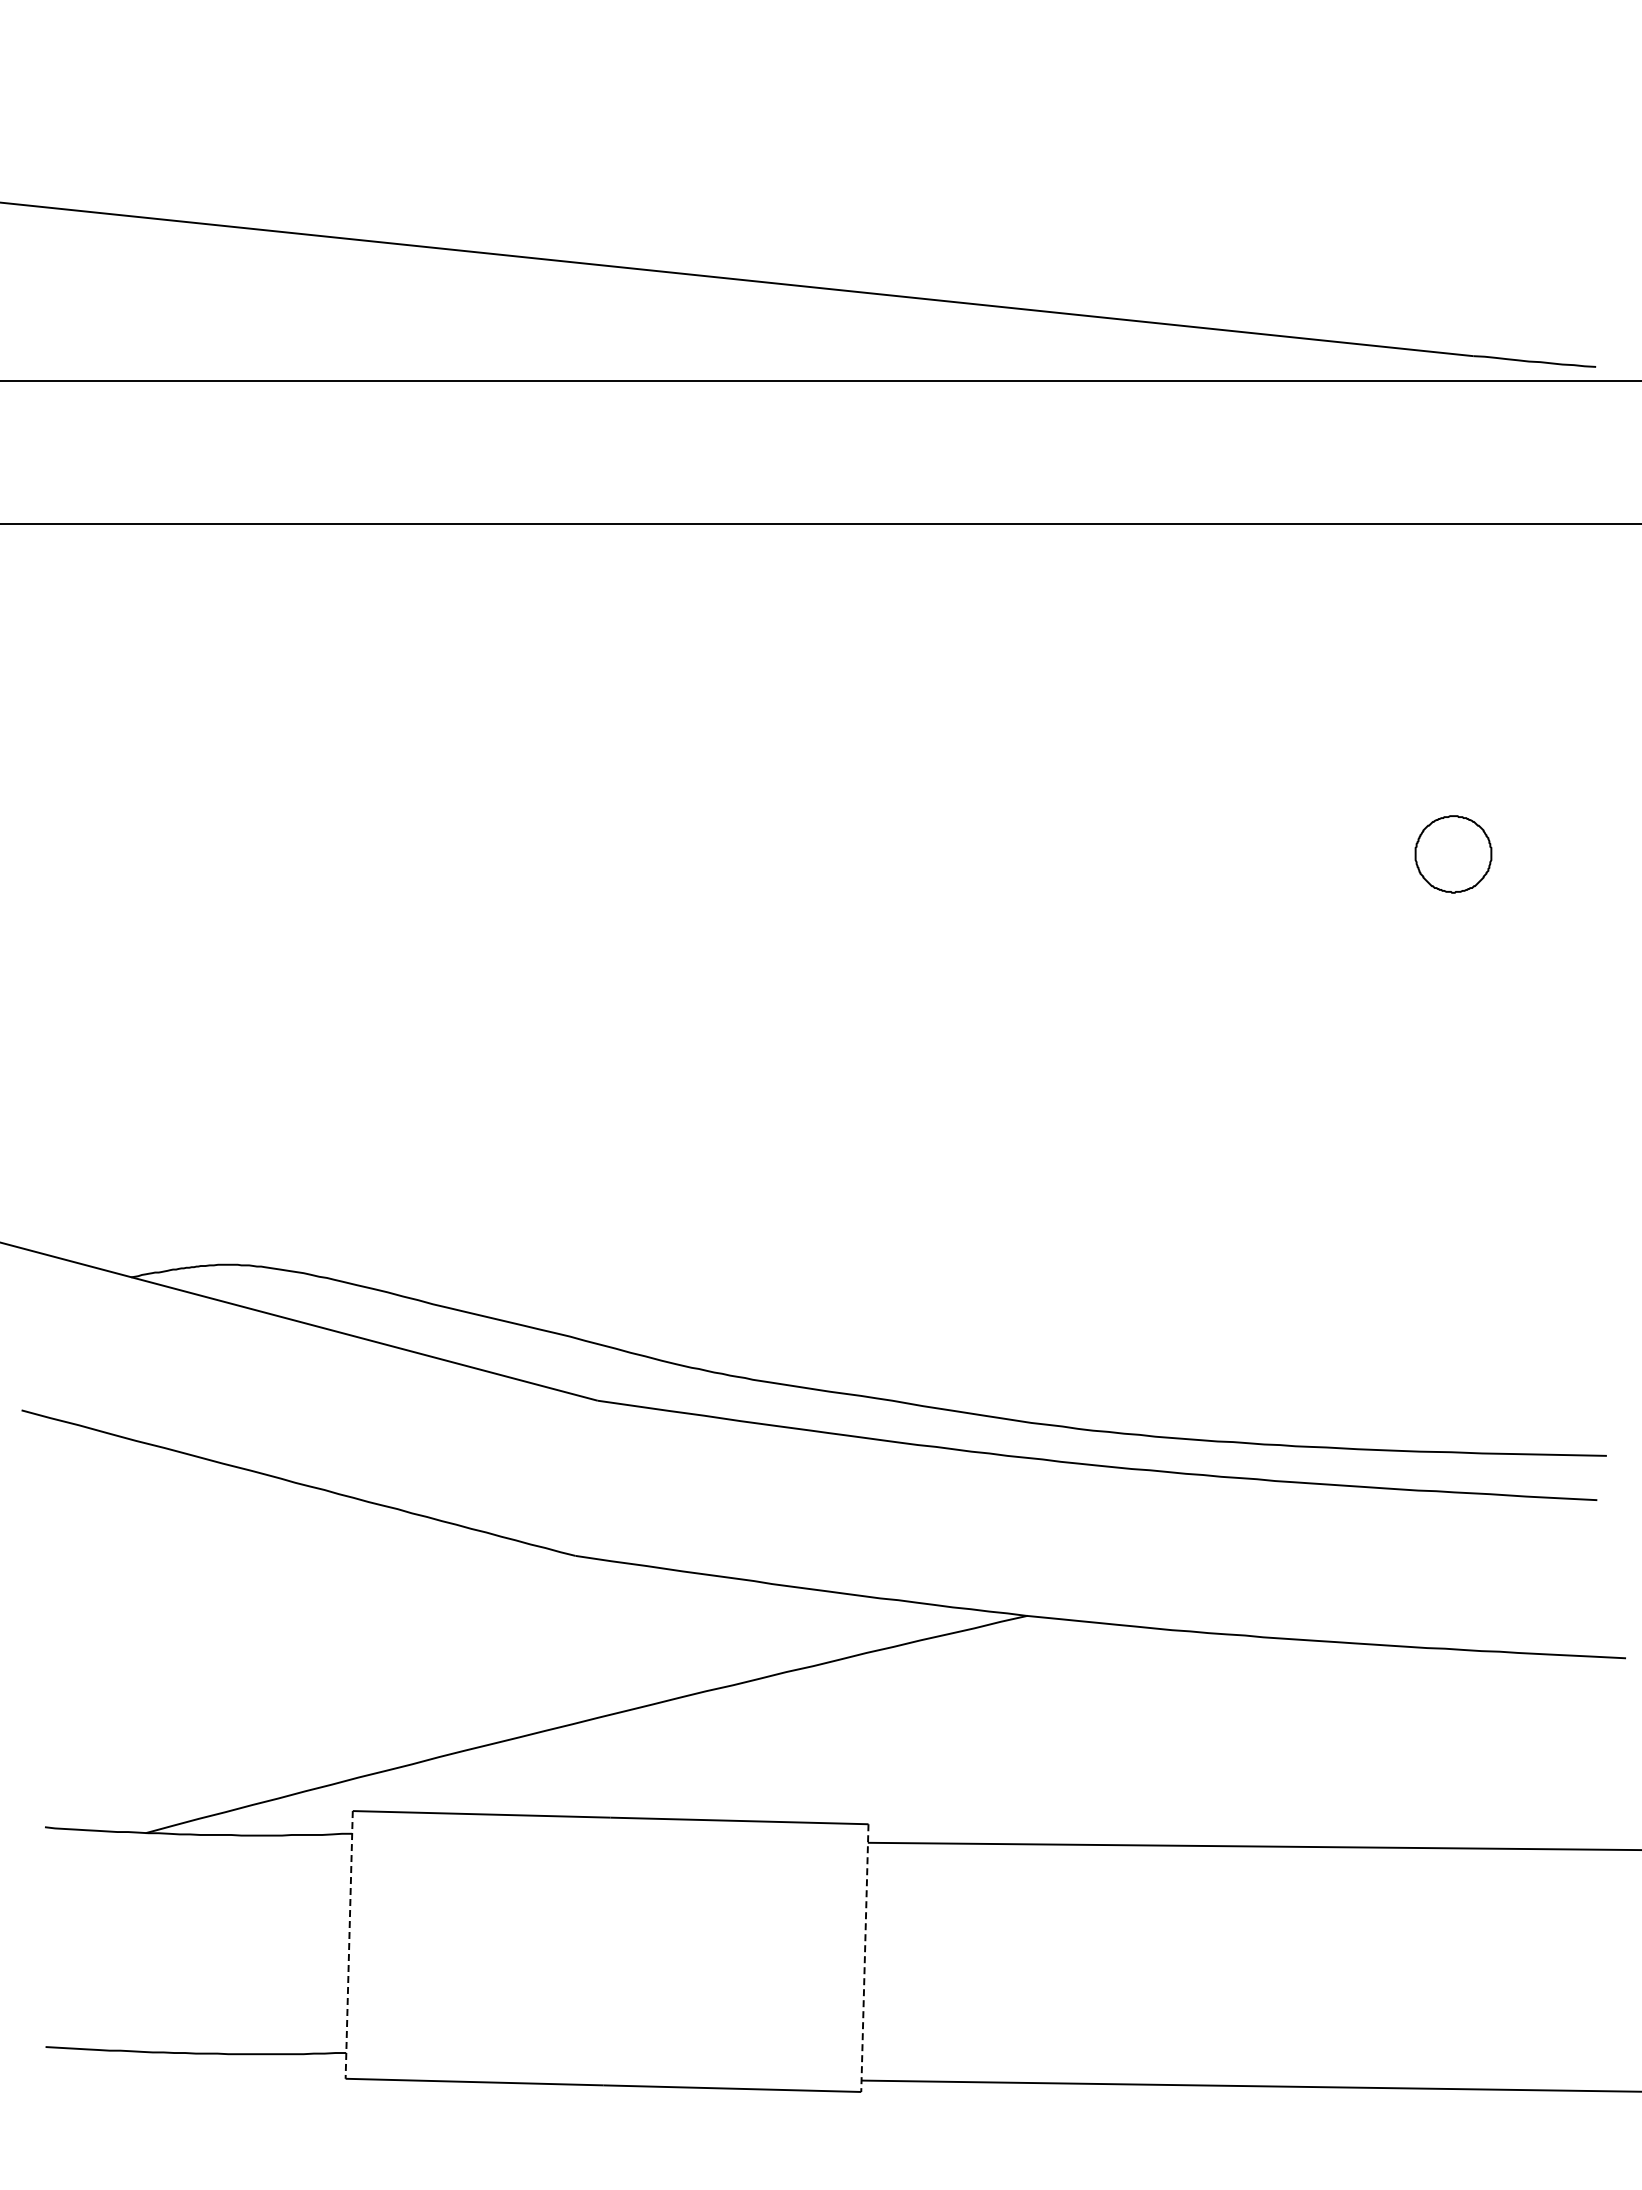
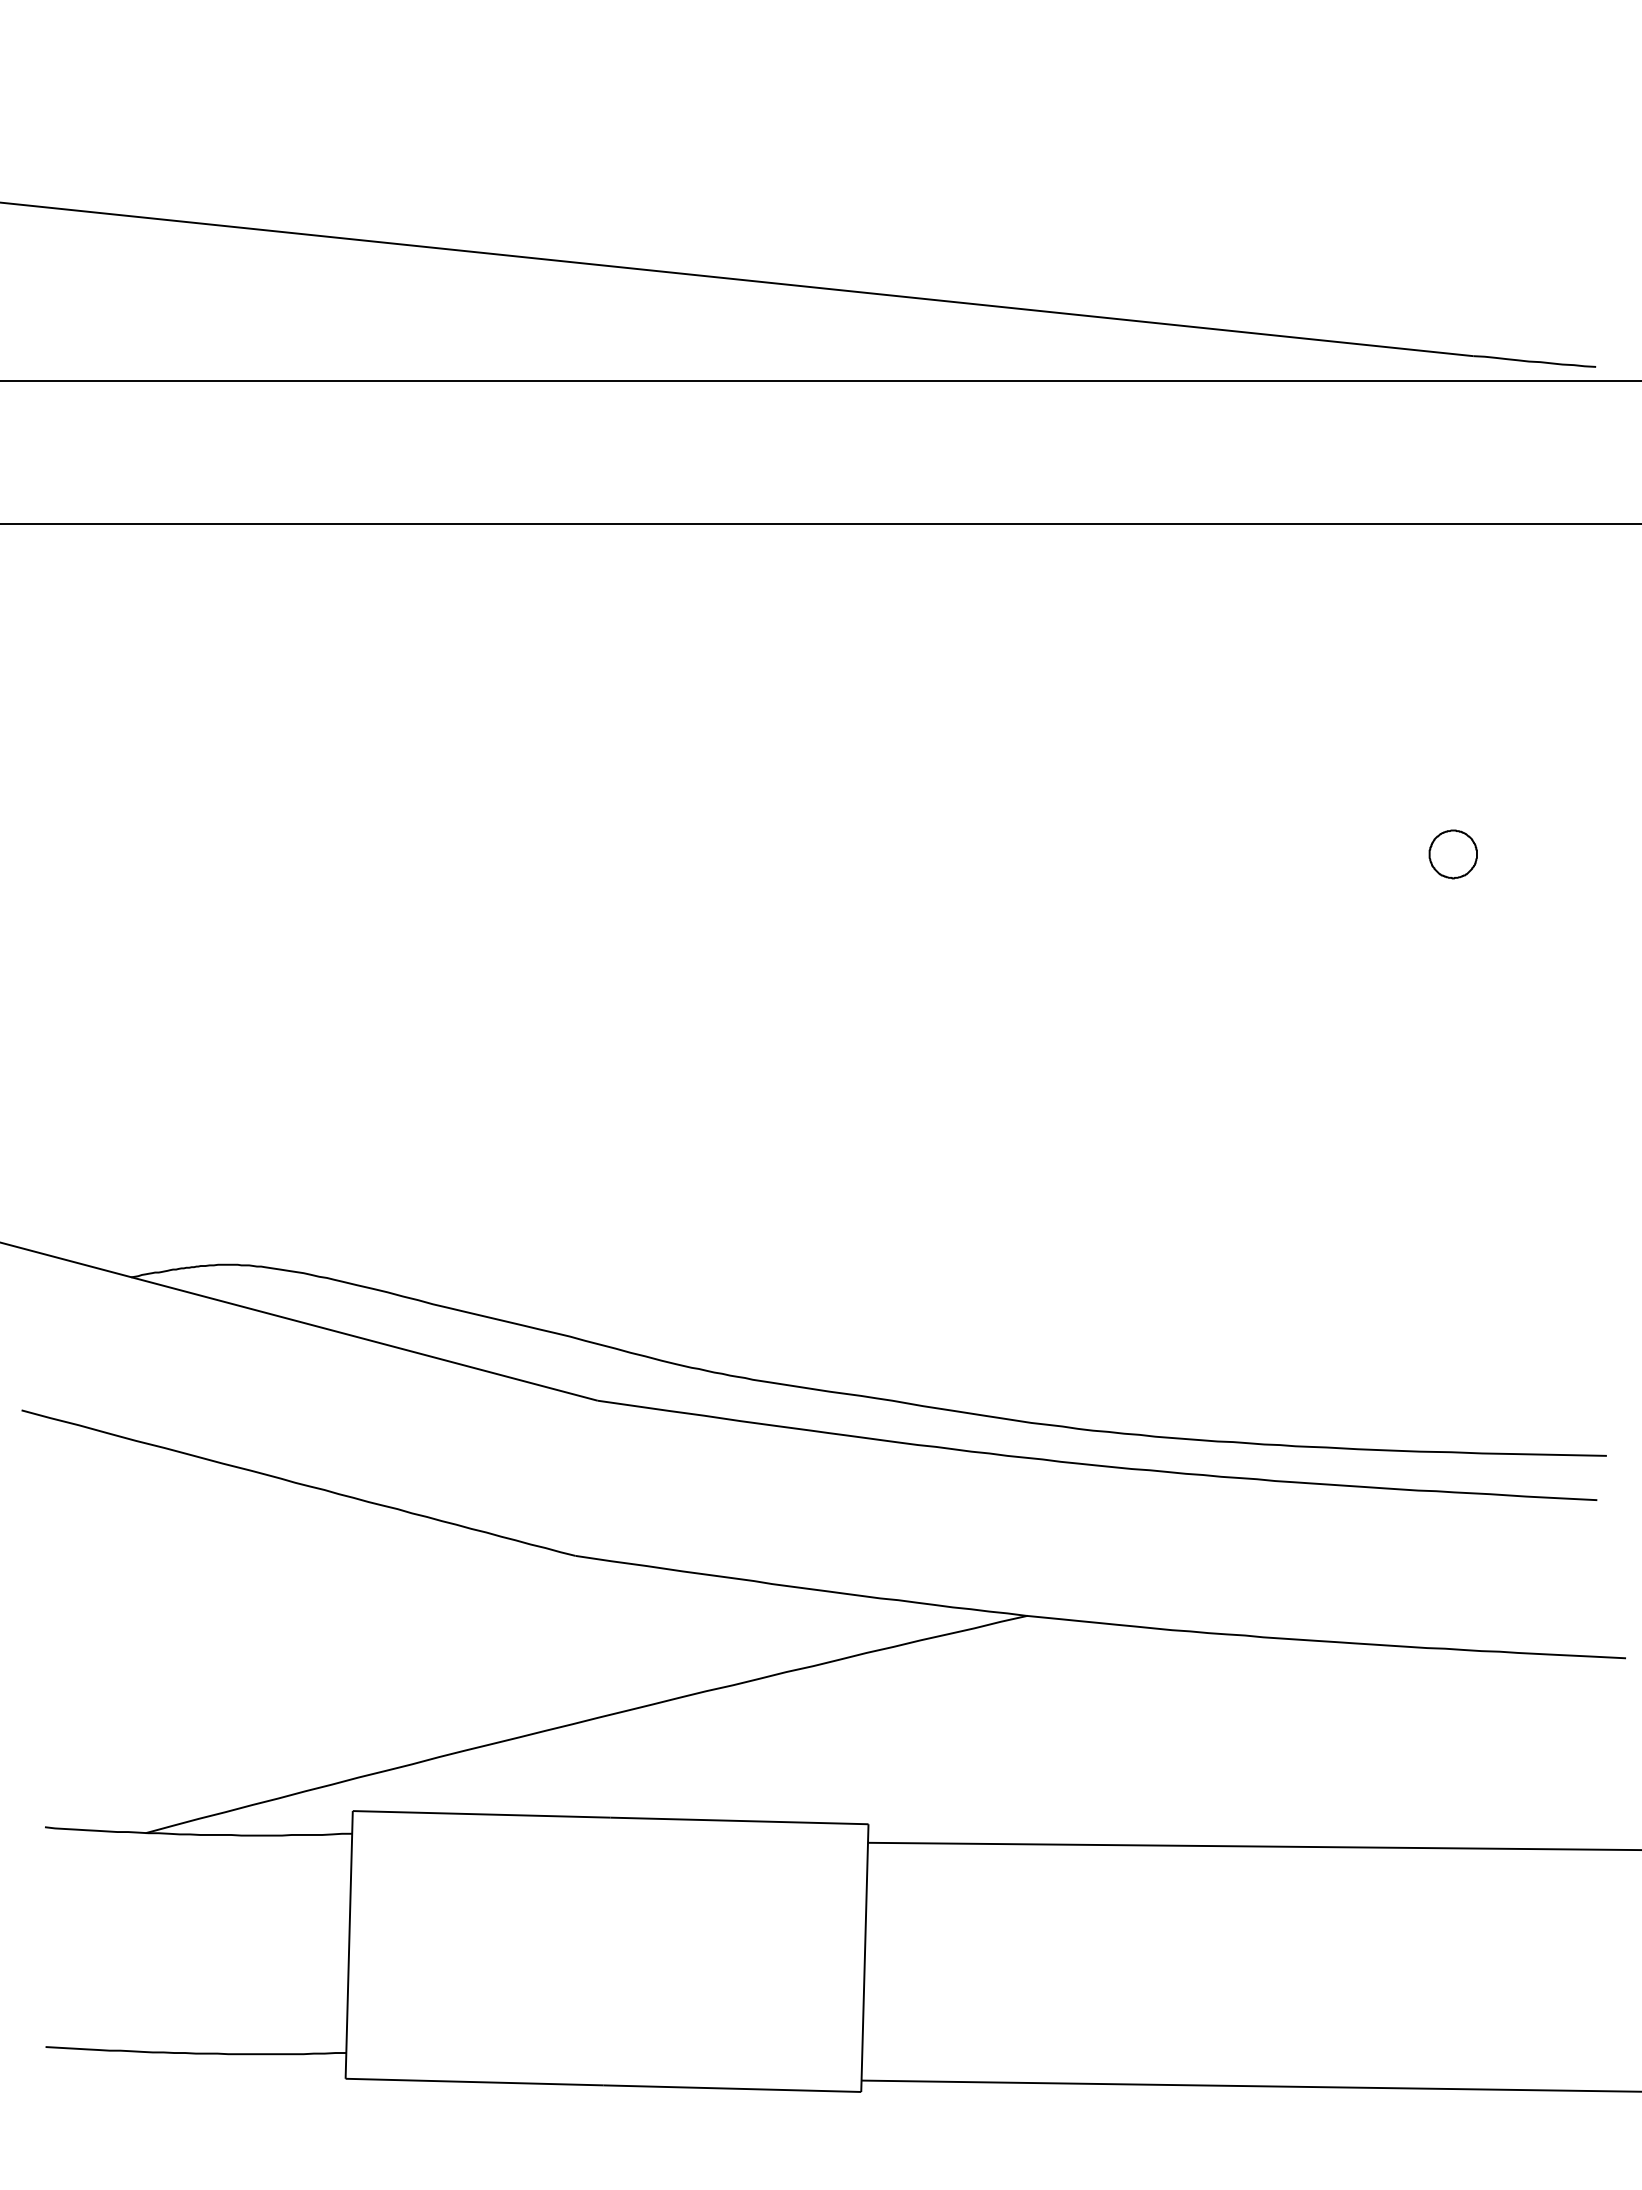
part at (1453, 854) size: 79x79 px -> 50x51 px
line at (349, 1944): dashed -> solid
line at (864, 1958): dashed -> solid
